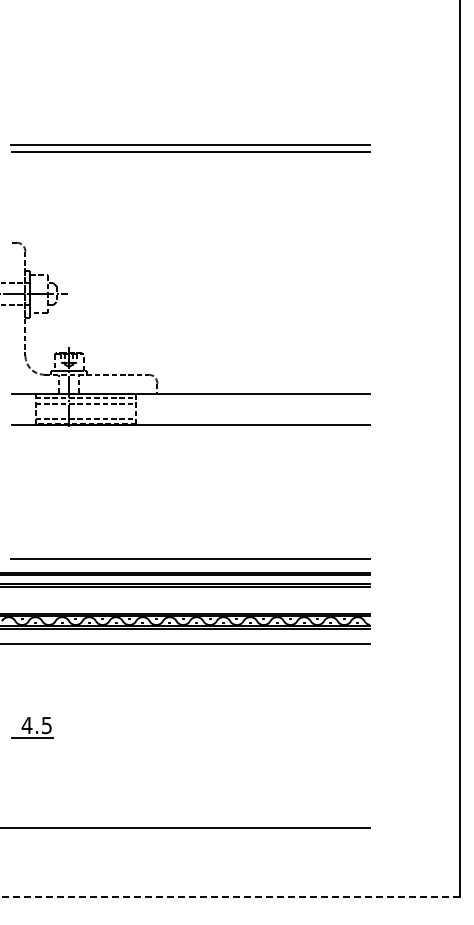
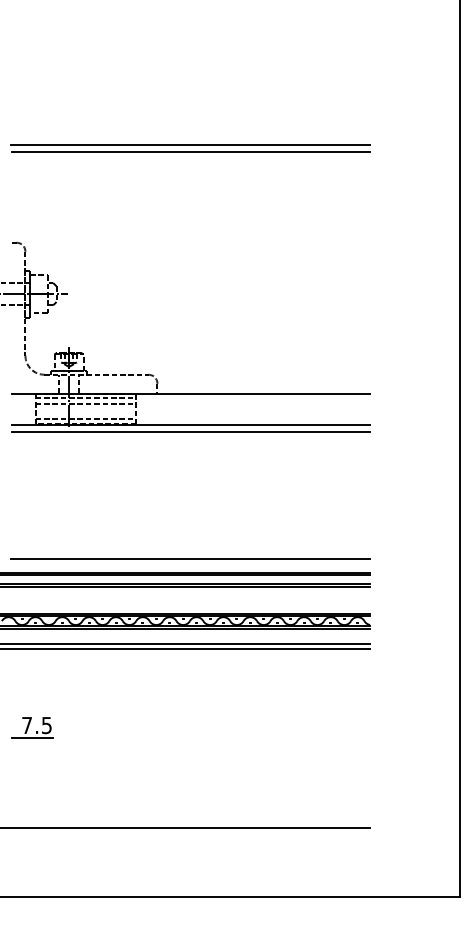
line at (191, 431): none -> present
line at (186, 648): none -> present
text at (26, 725): 4.5 -> 7.5
line at (230, 897): dashed -> solid
